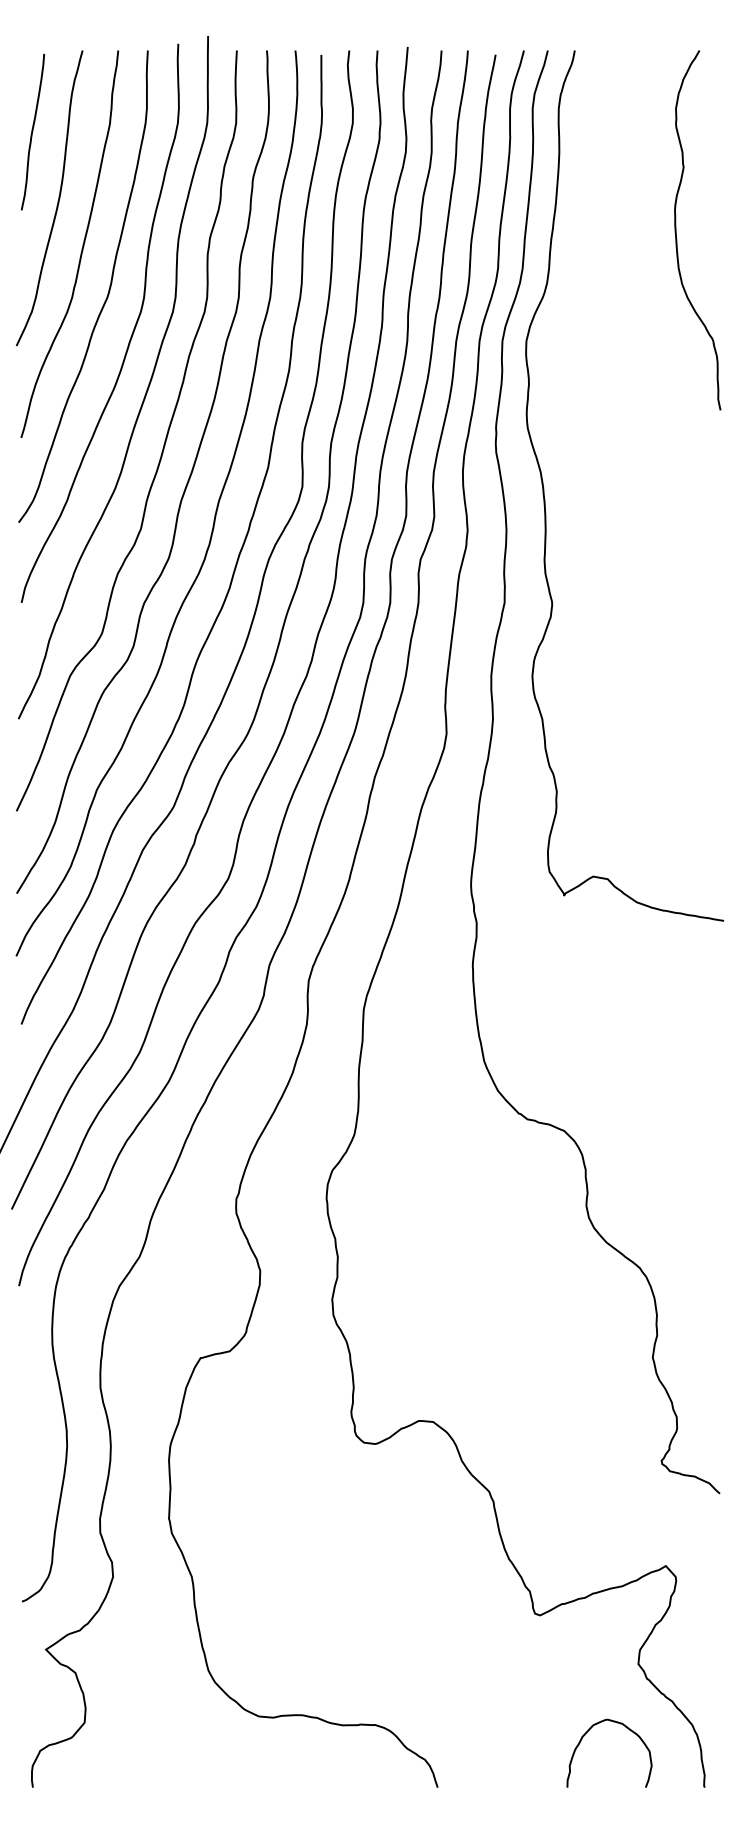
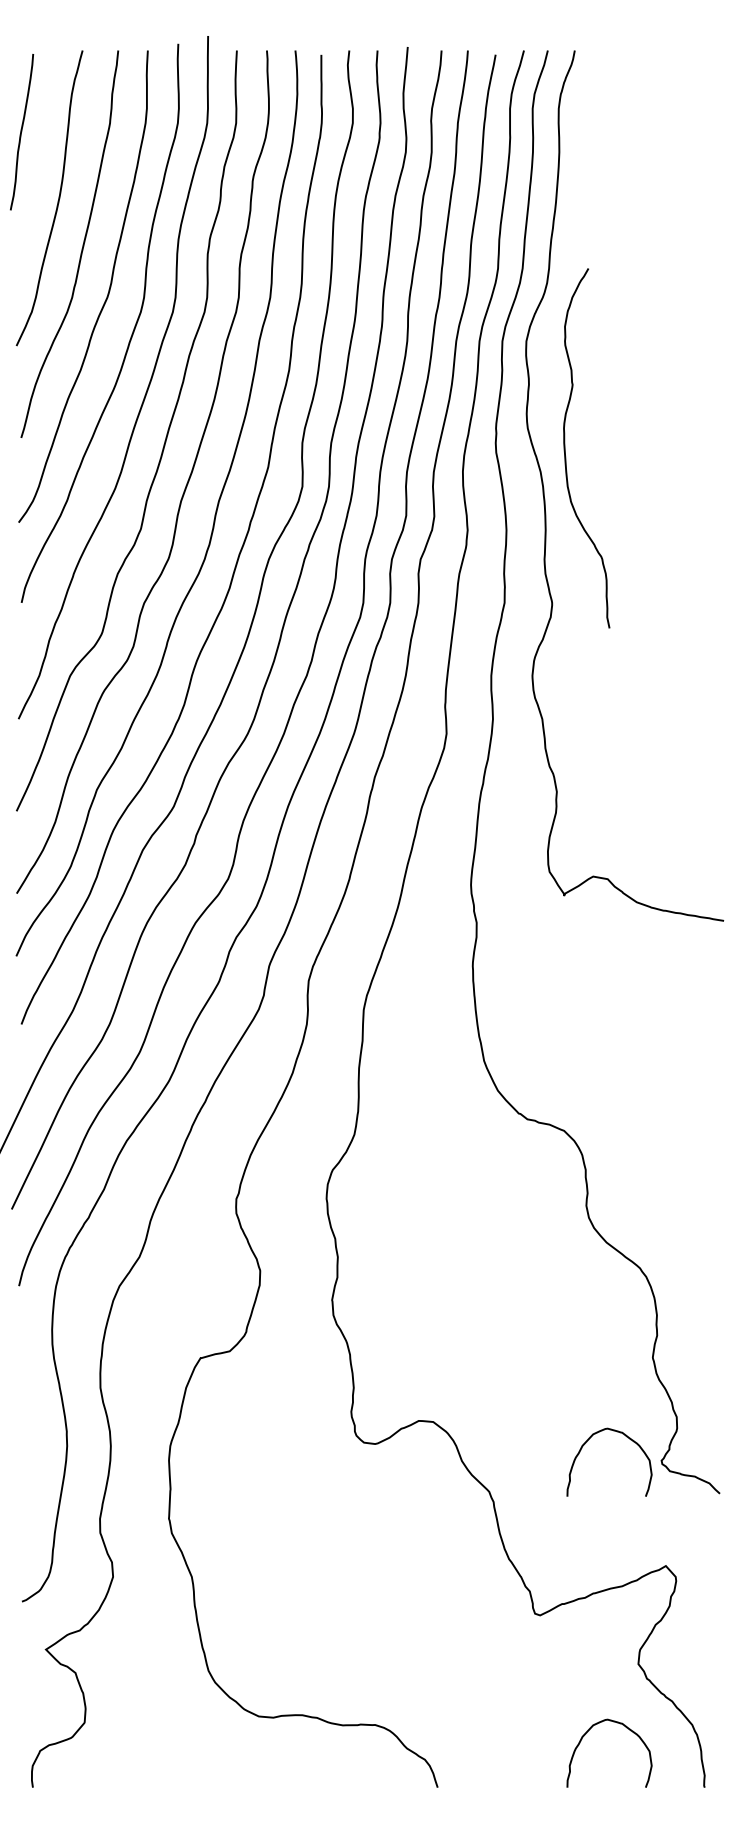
curve at (33, 131) position: (33, 131) -> (22, 131)
curve at (676, 230) position: (676, 230) -> (565, 448)
curve at (586, 1443): none -> present
